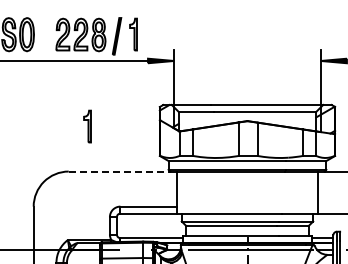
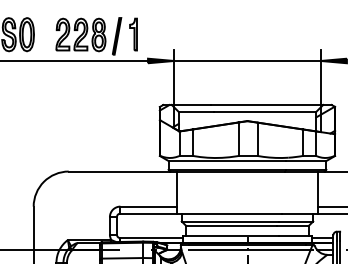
line at (247, 60): none -> present
part at (87, 126): present -> none
line at (119, 171): dashed -> solid
line at (330, 206): none -> present
